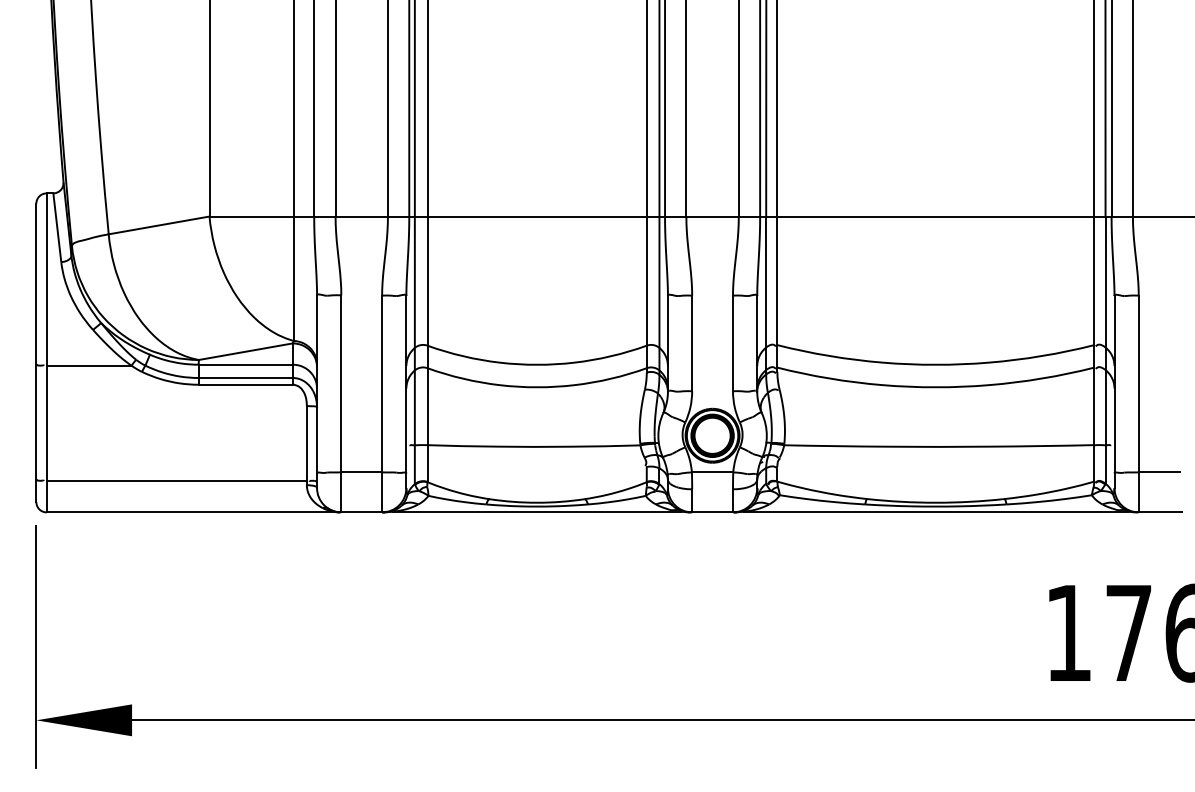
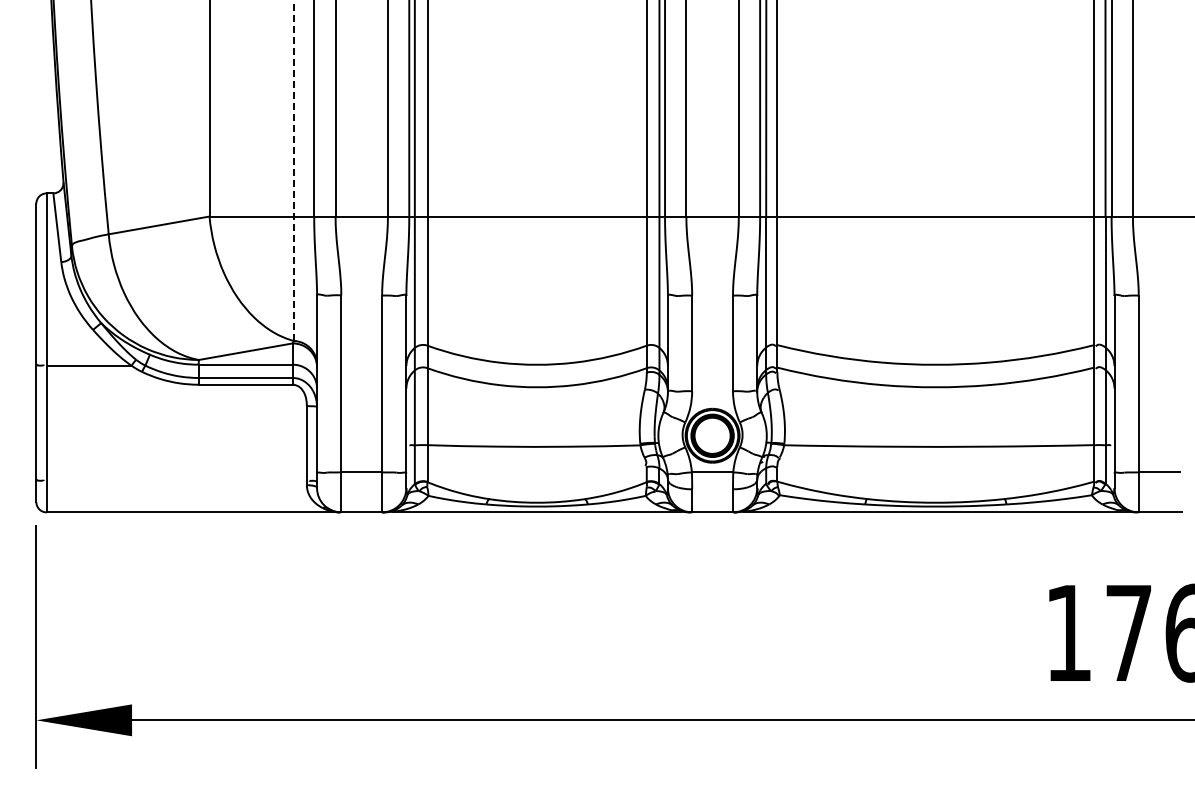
line at (293, 170): solid -> dashed
line at (176, 480): present -> none
